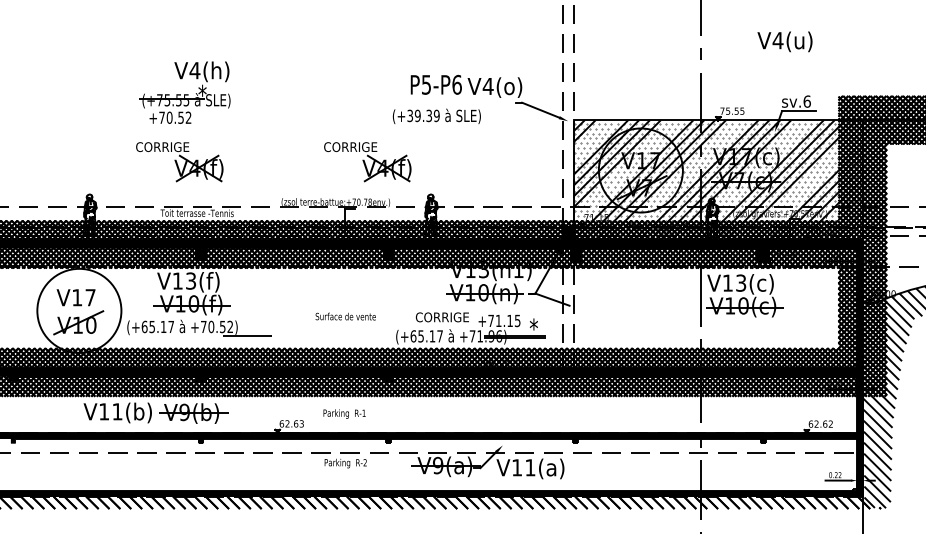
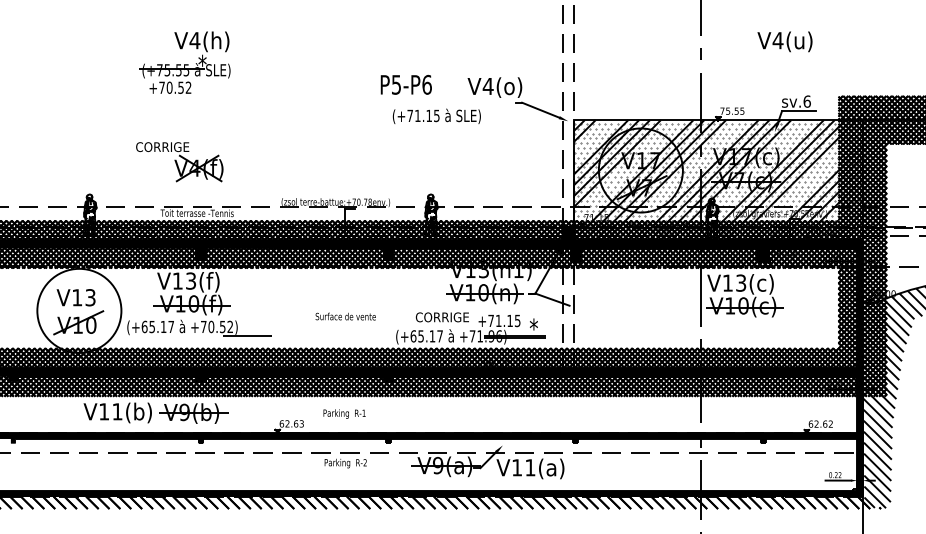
text at (435, 84) position: (435, 84) -> (405, 84)
part at (184, 92) position: (184, 92) -> (184, 62)
text at (423, 115): (+39.39 -> (+71.15
part at (367, 162): present -> none
text at (90, 297): V17 -> V13
